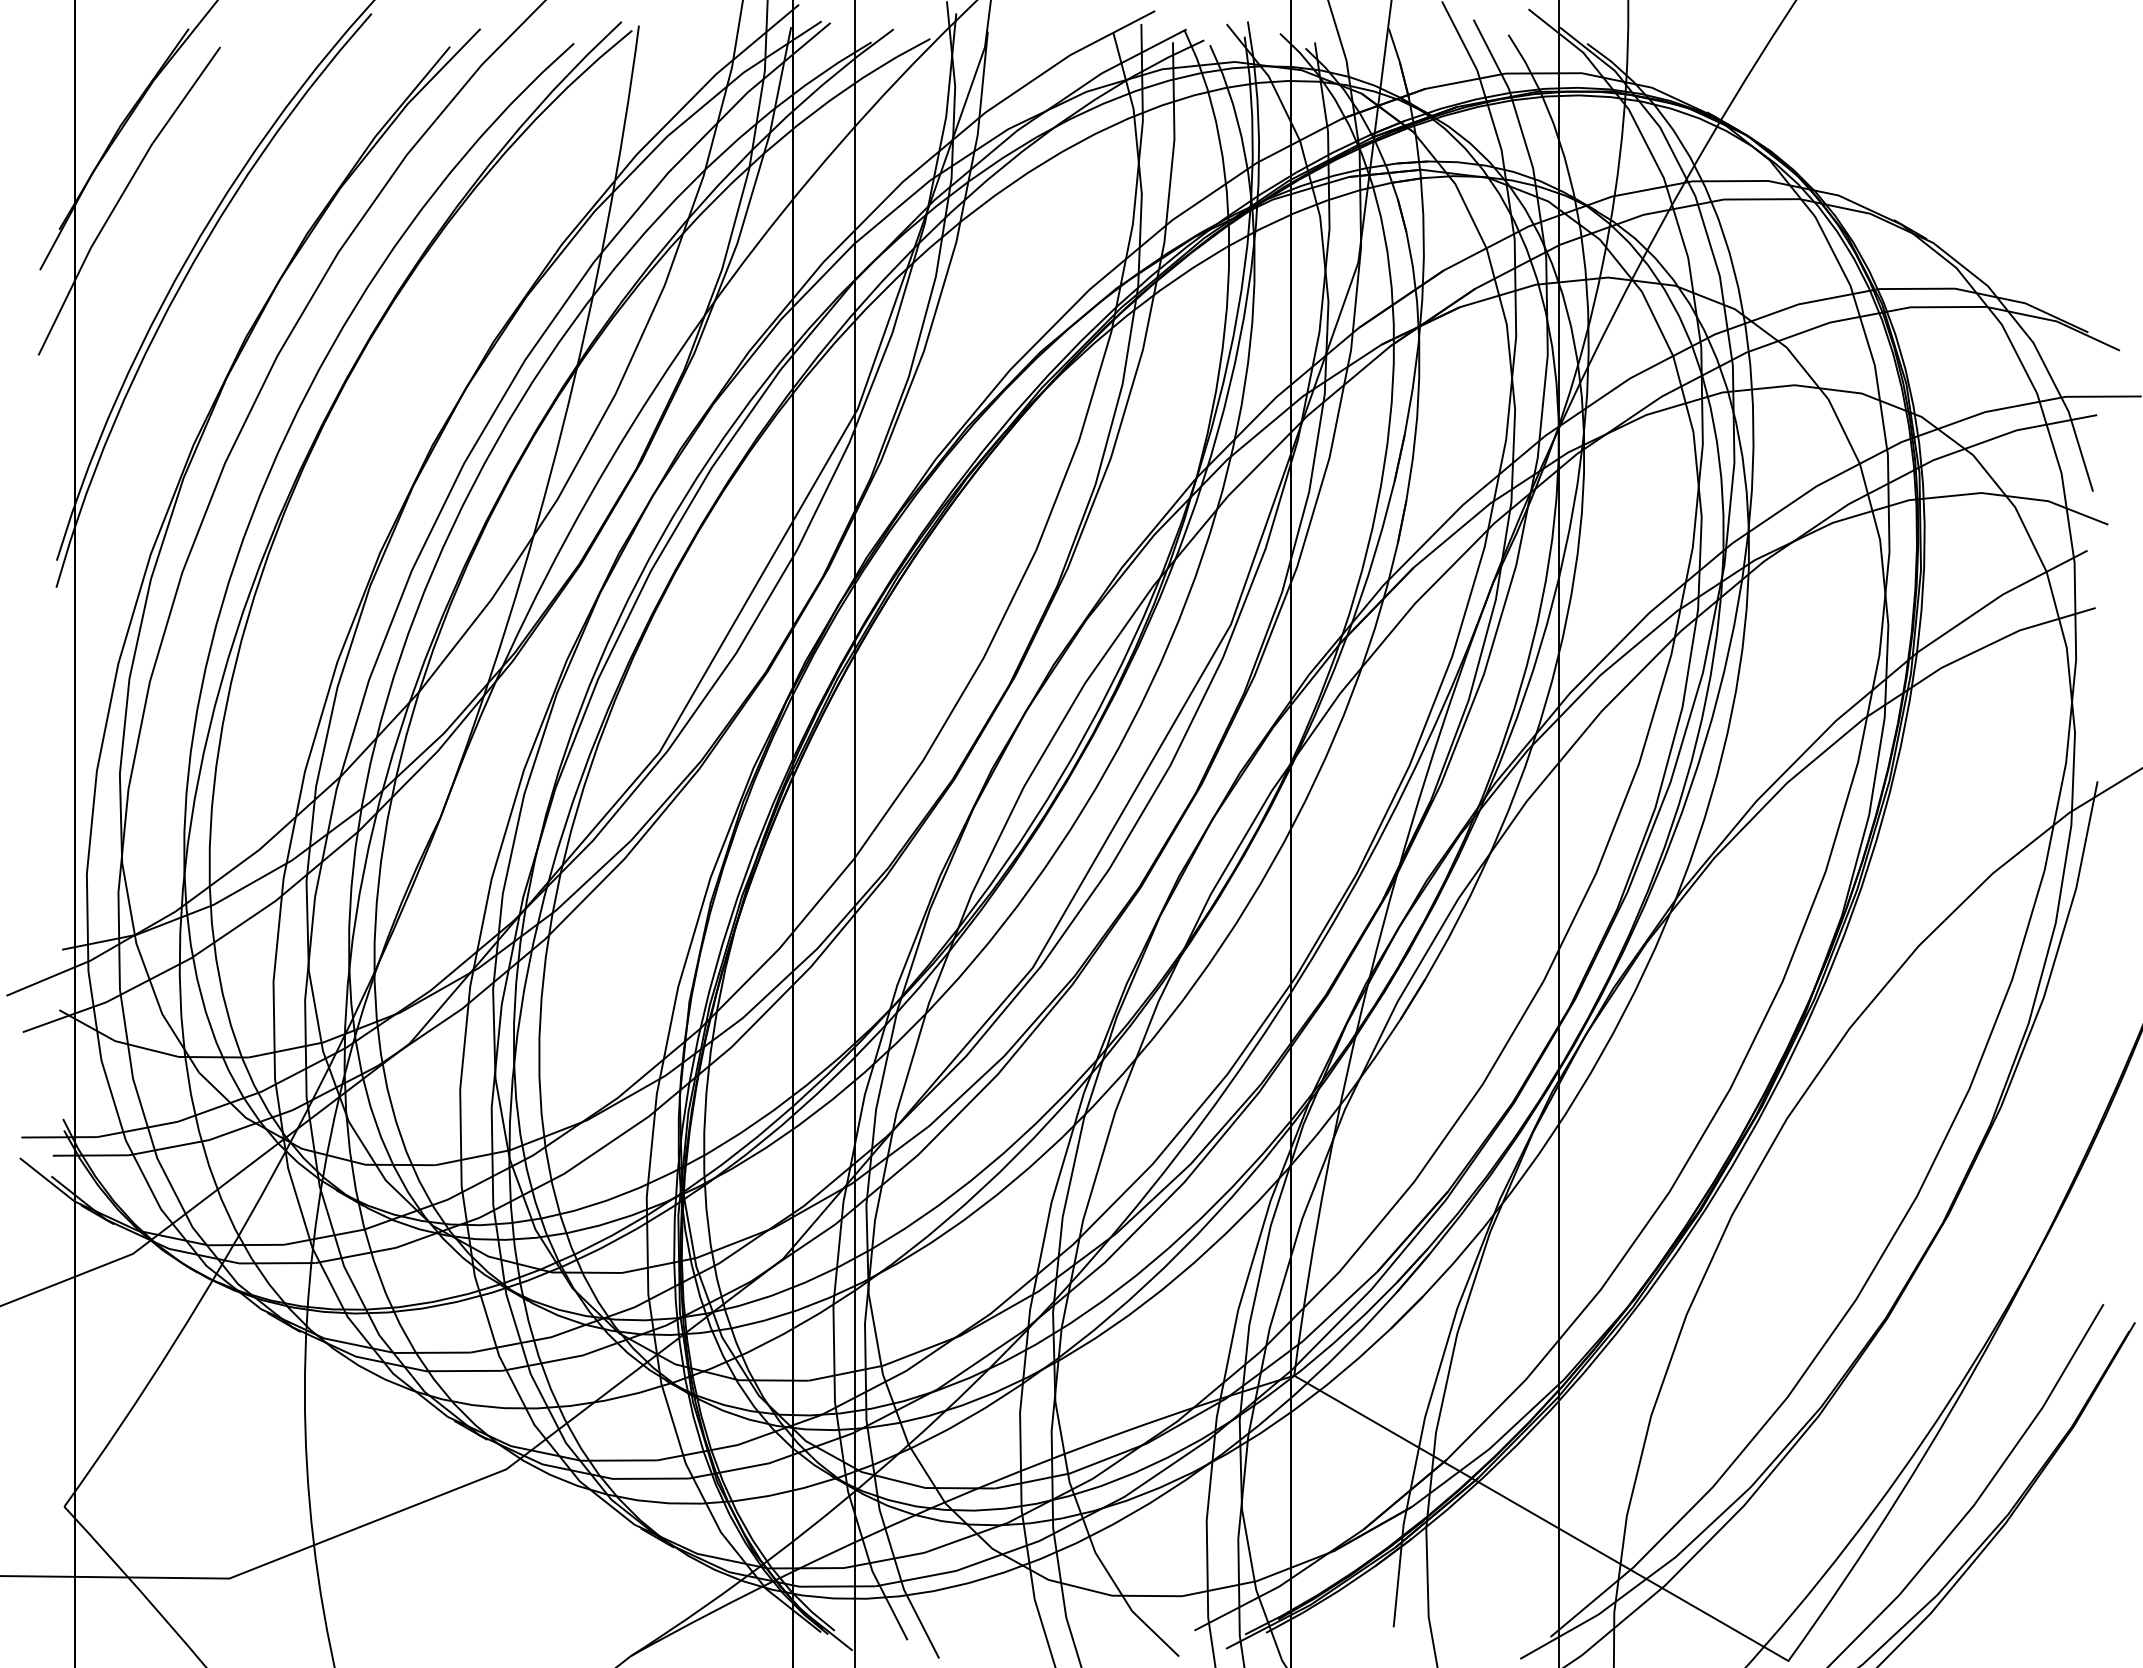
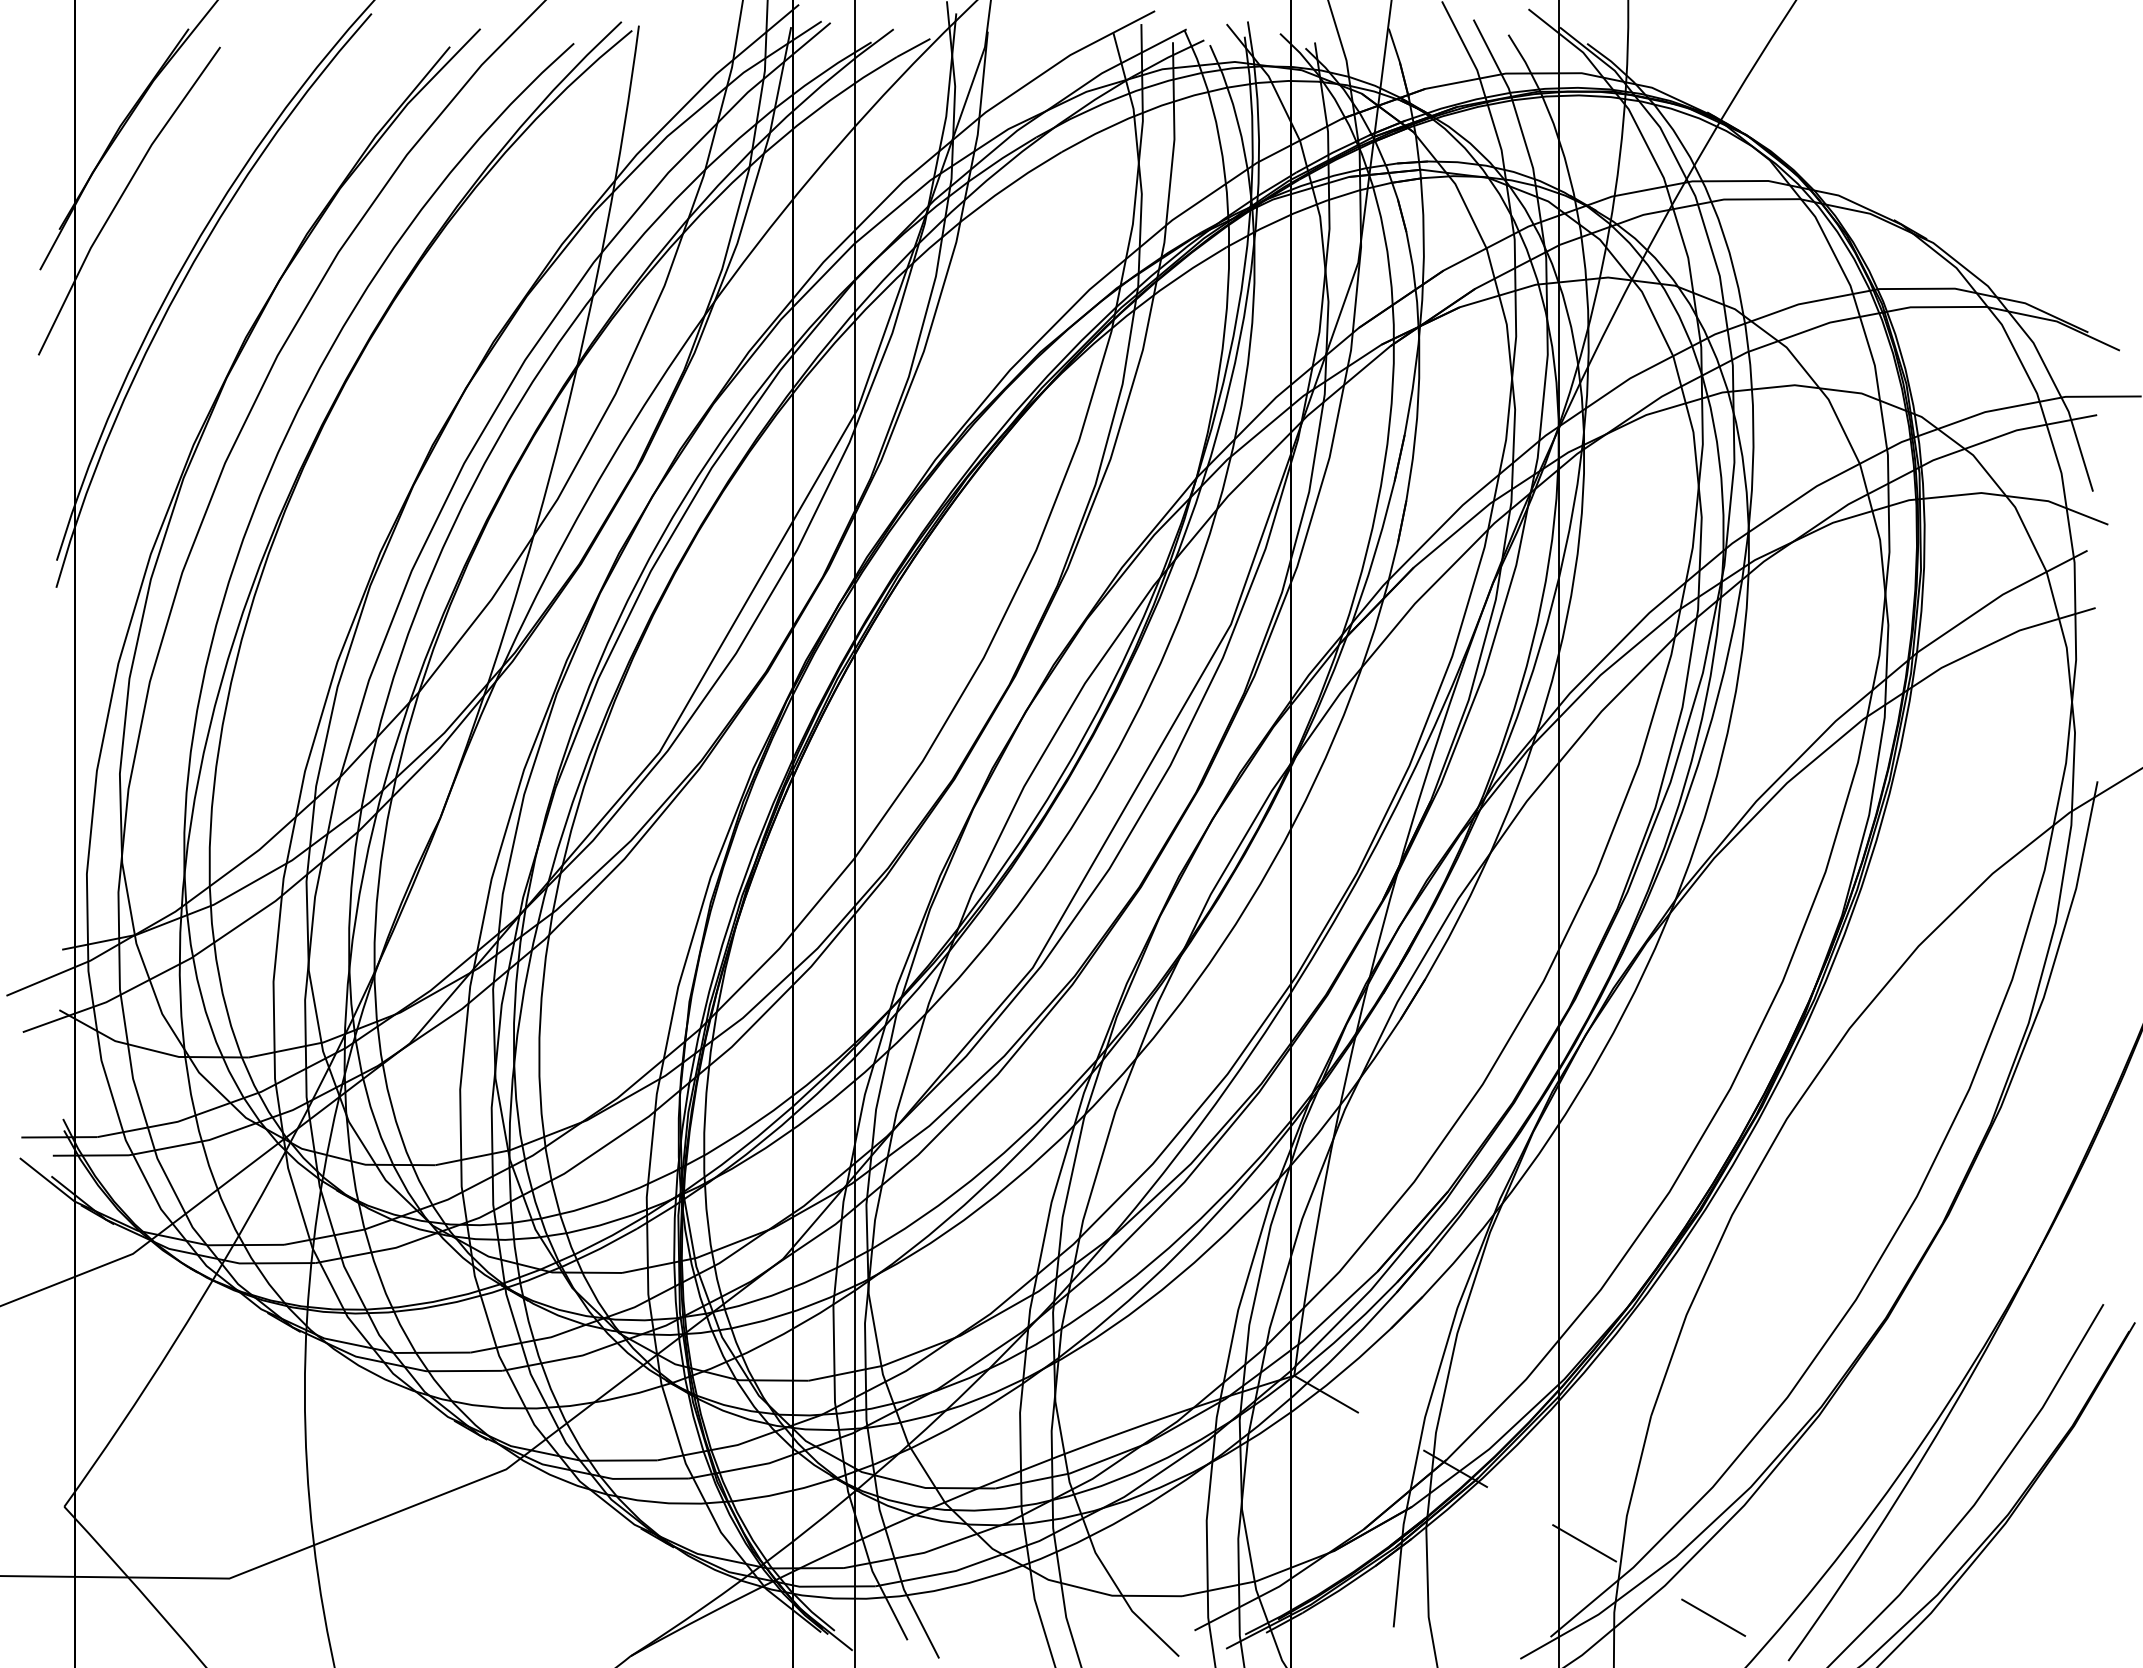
line at (1541, 1518): solid -> dashed
